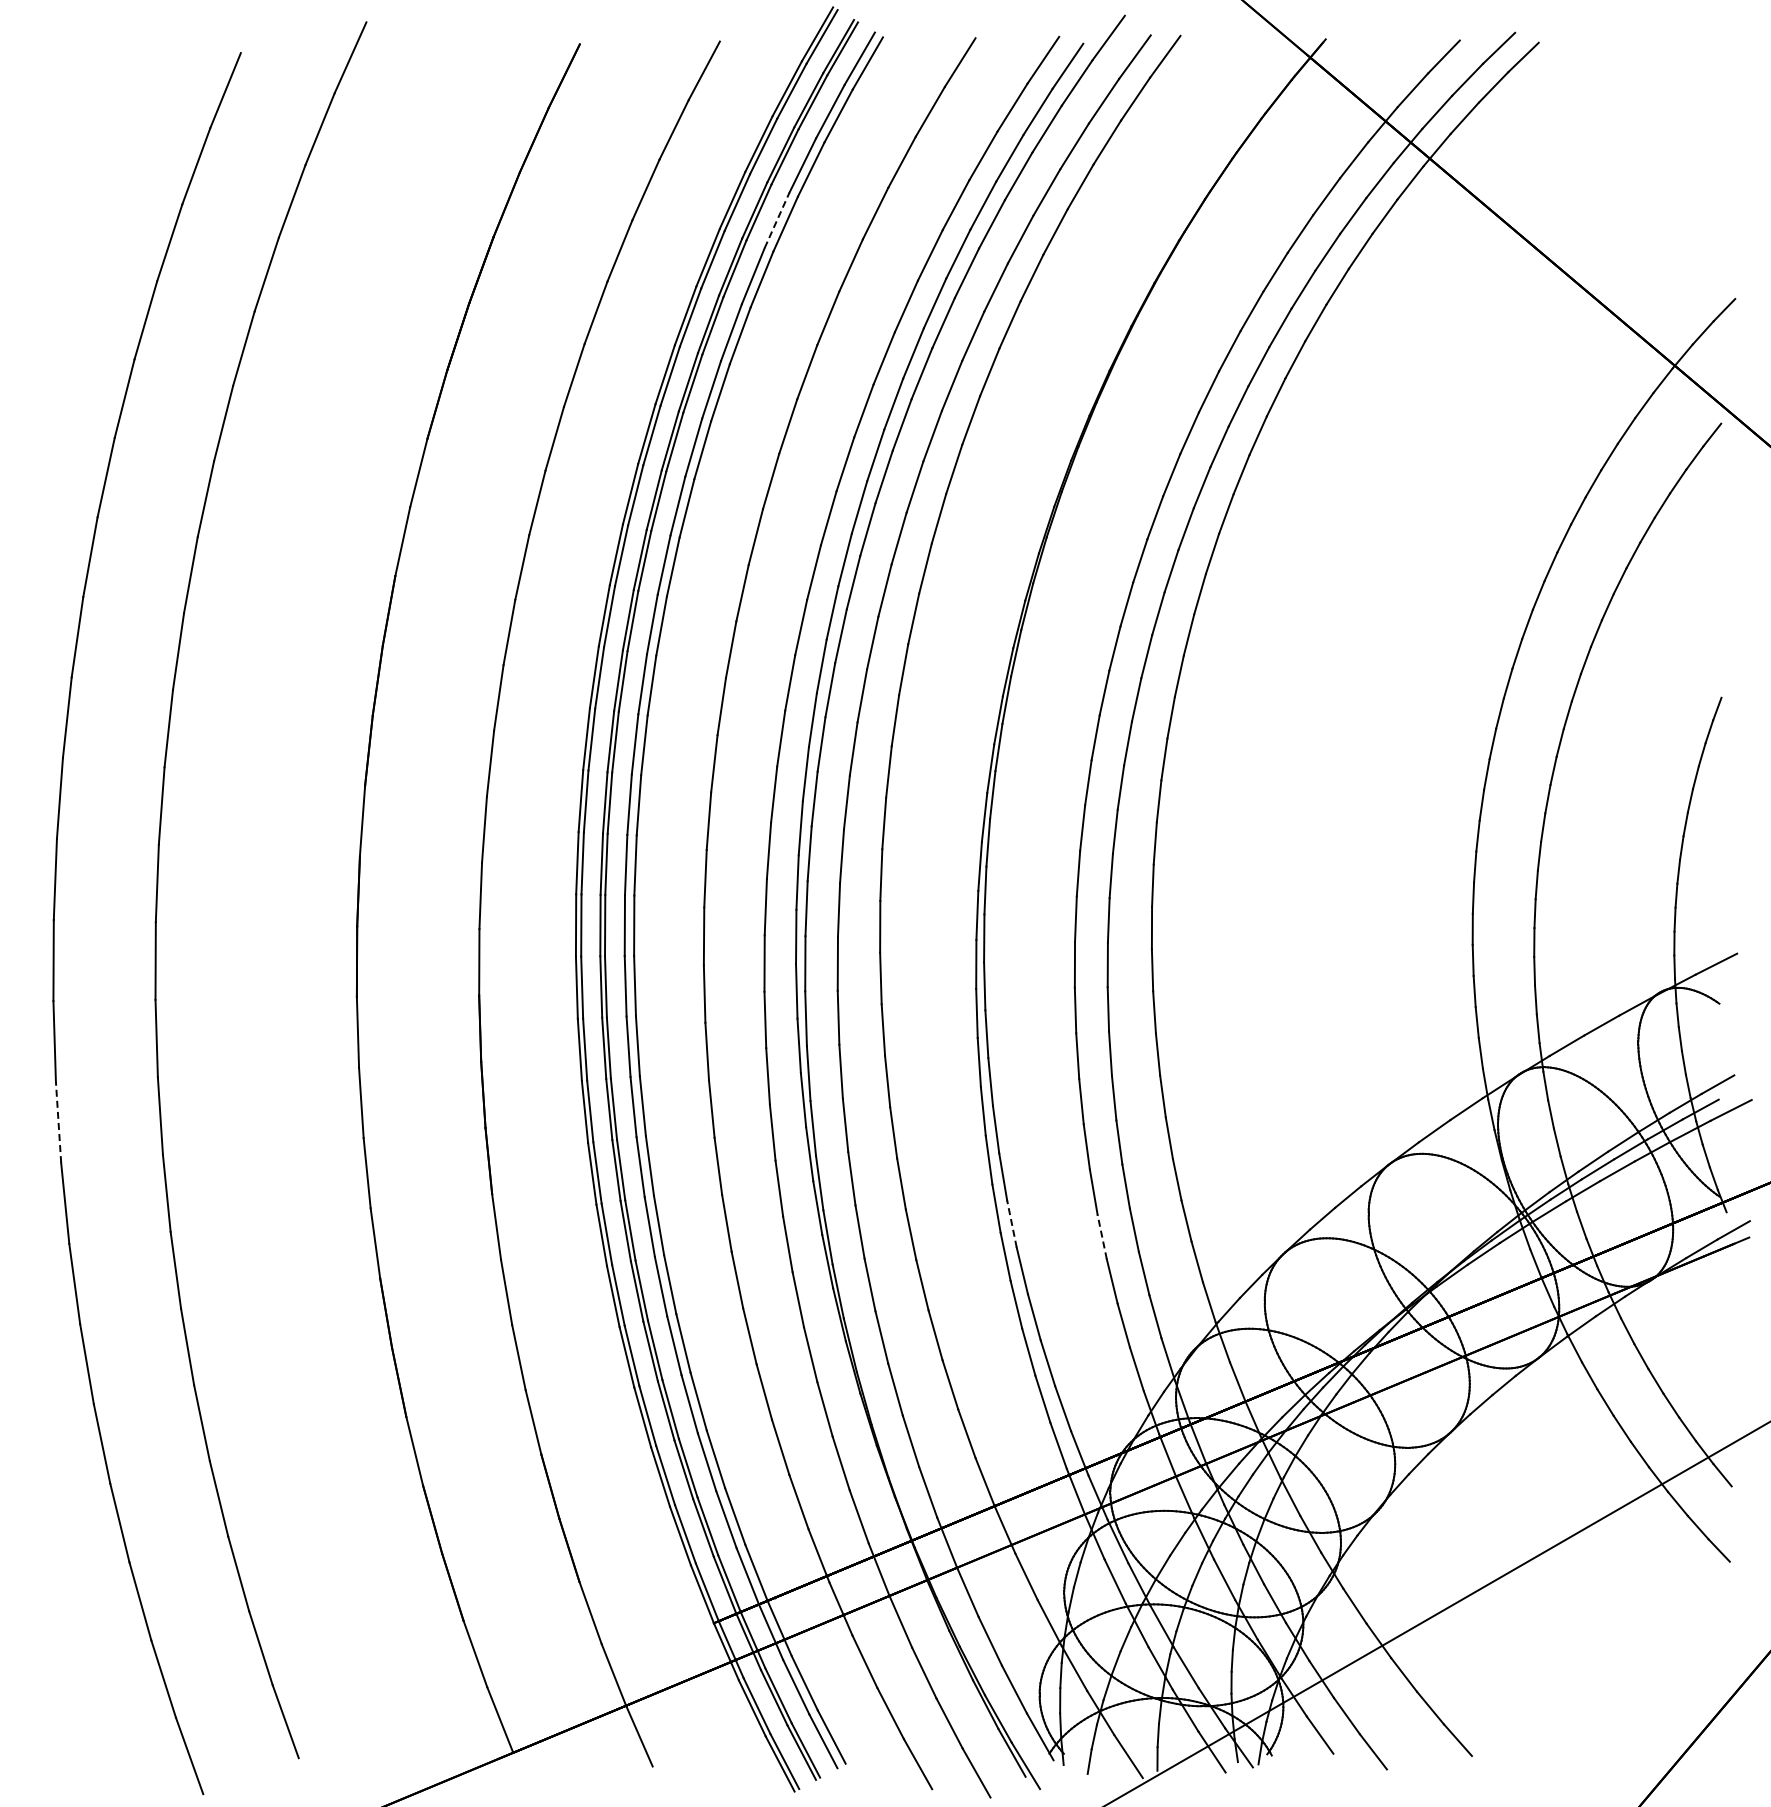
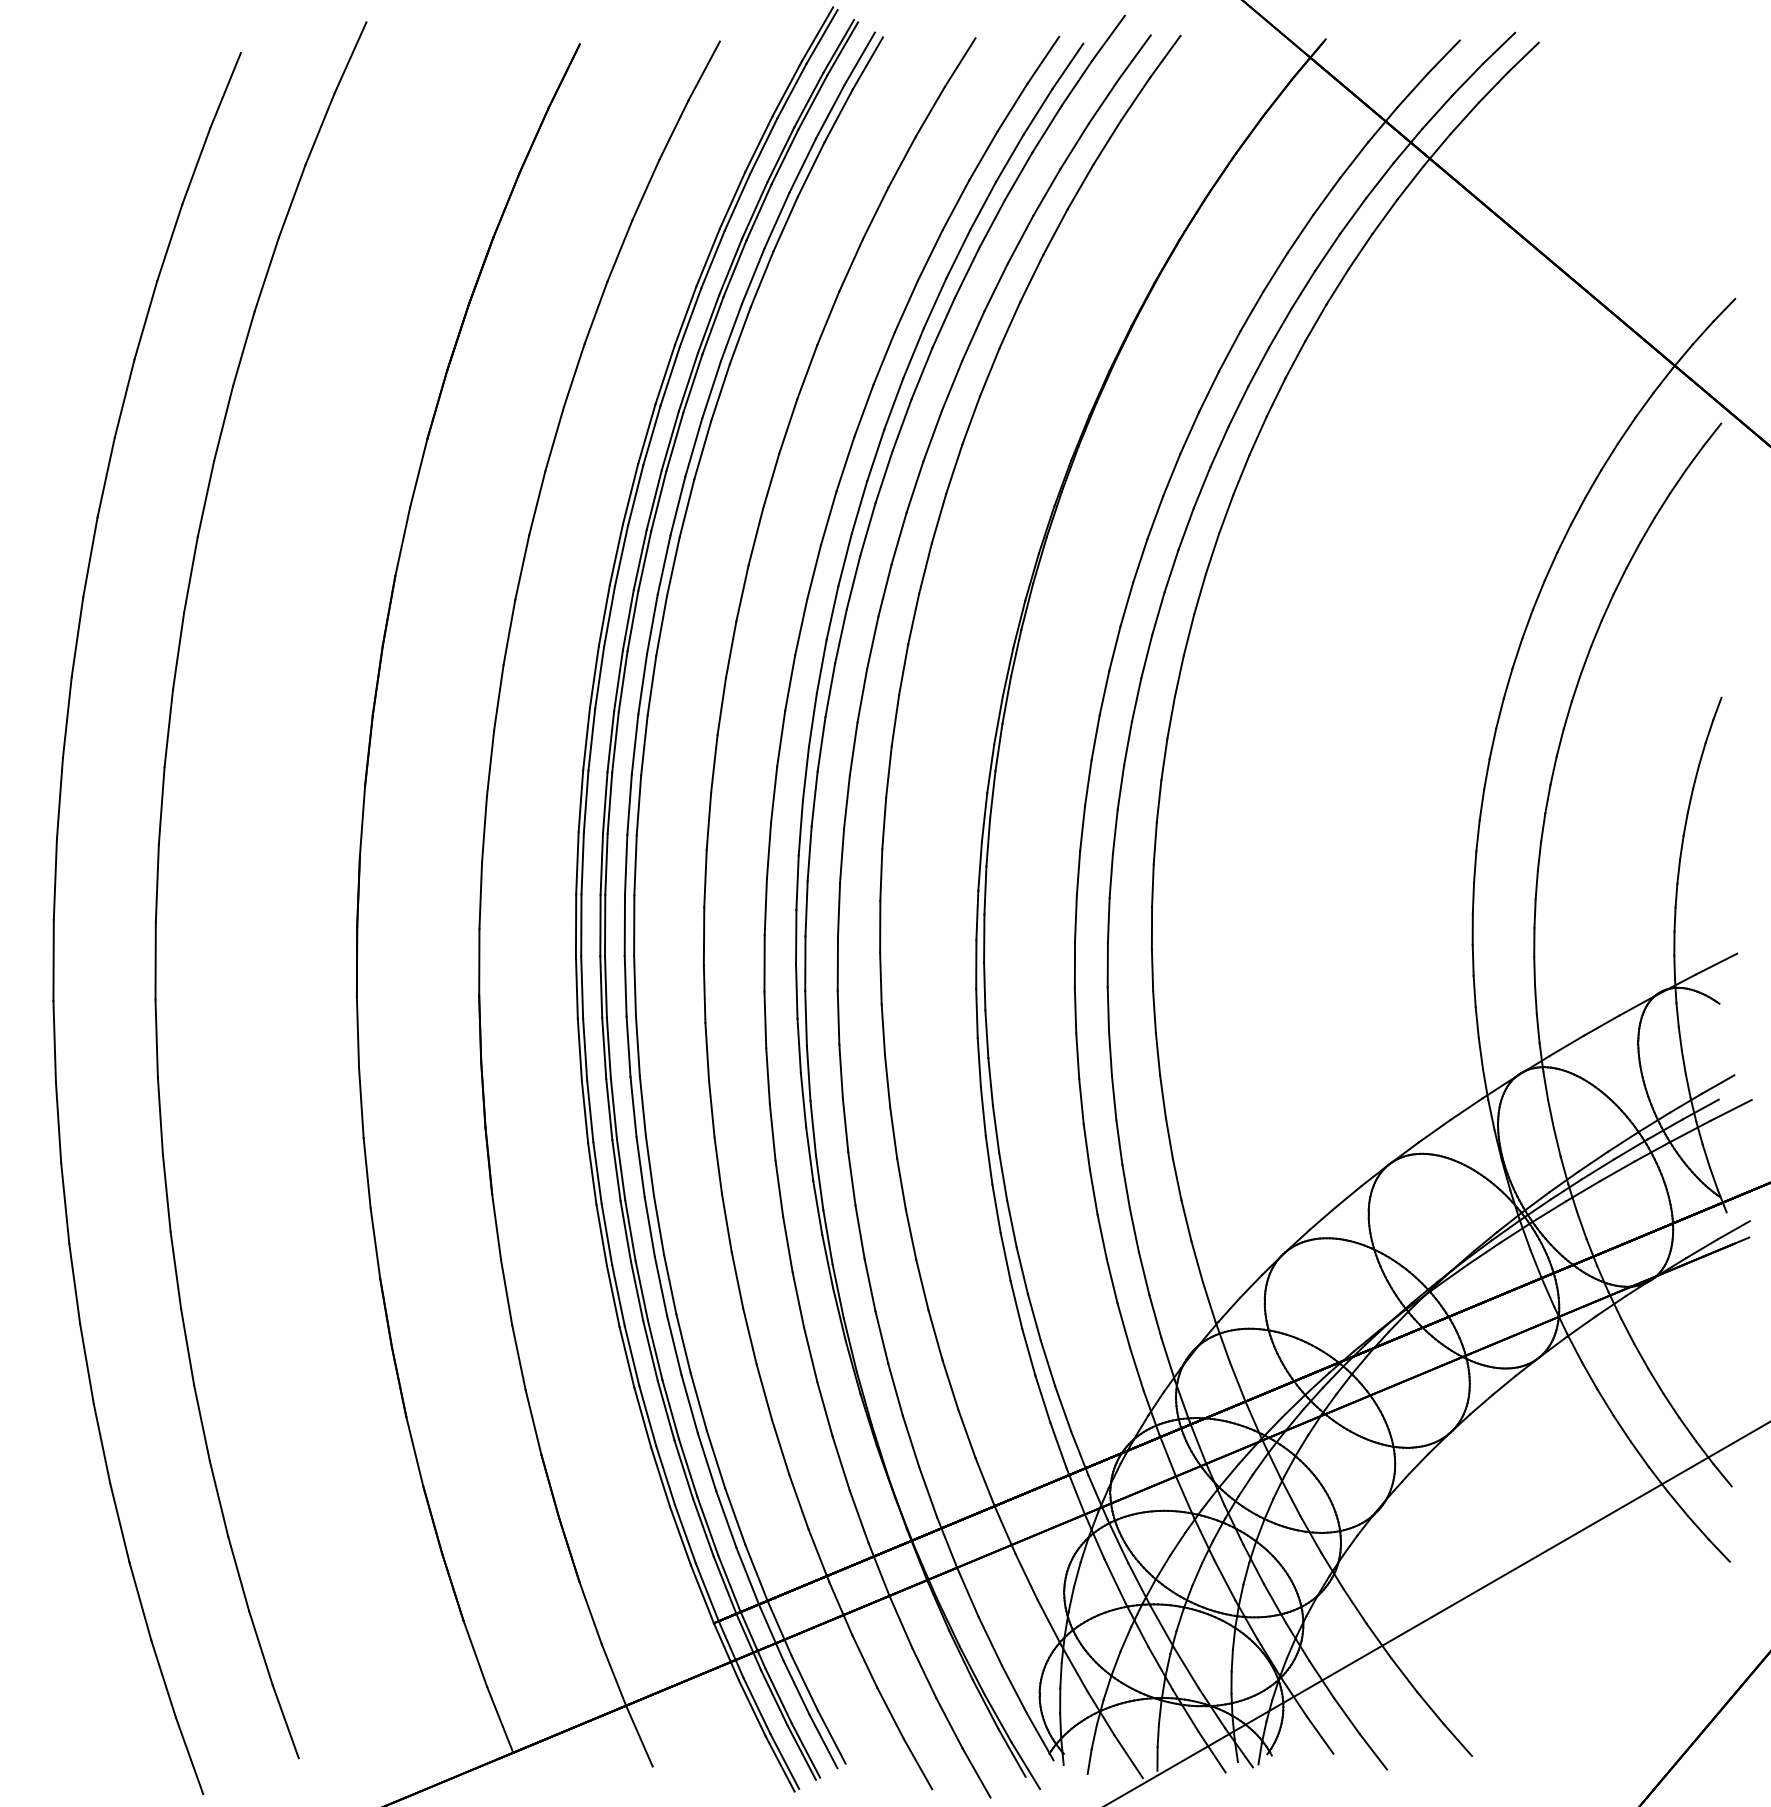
line at (777, 219): dashed -> solid
line at (58, 1122): dashed -> solid
line at (1011, 1224): dashed -> solid
line at (1102, 1236): dashed -> solid
